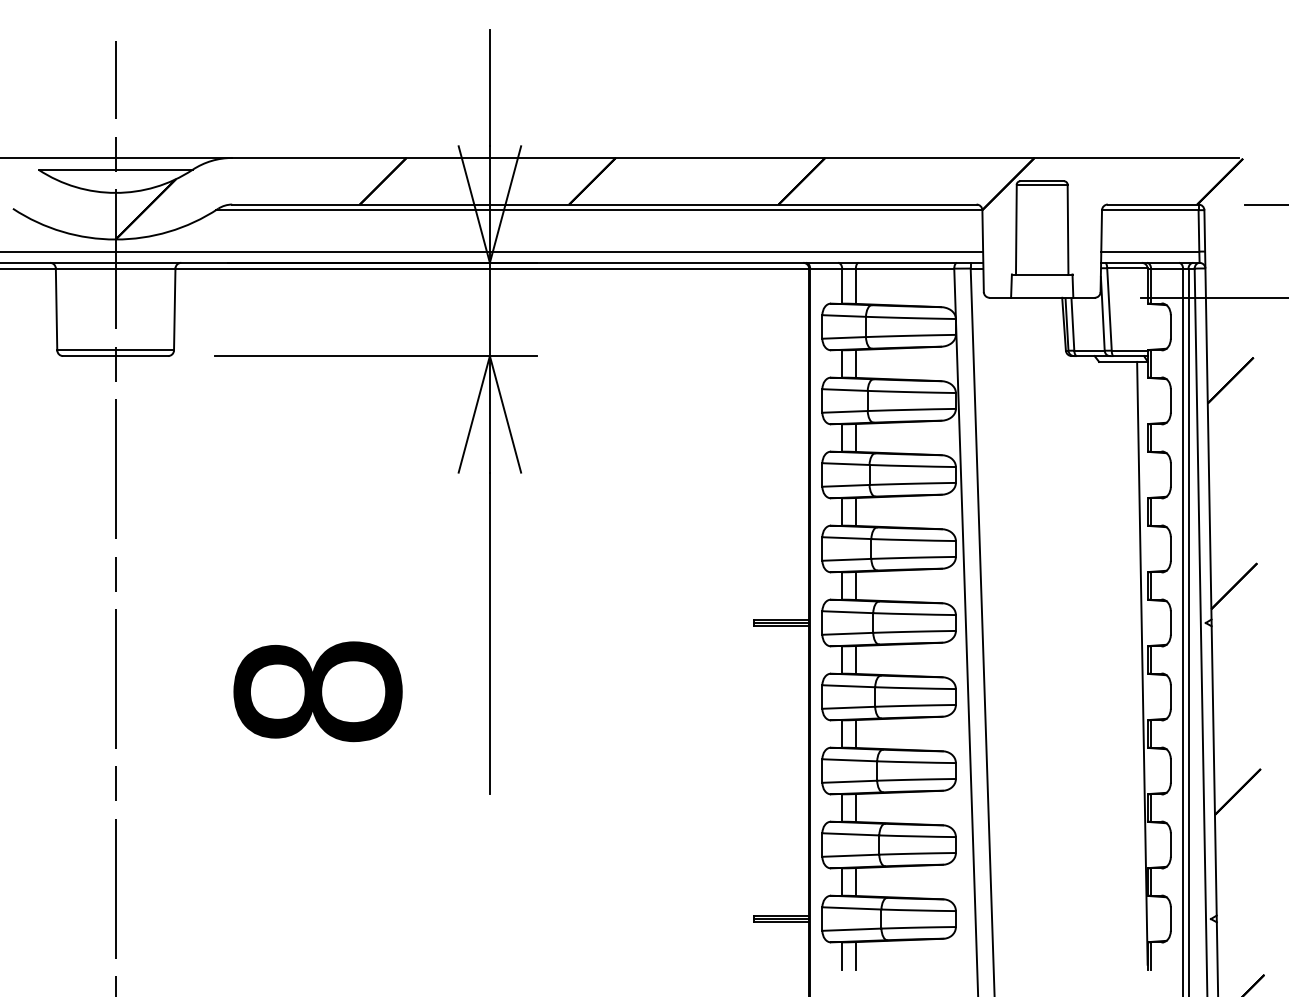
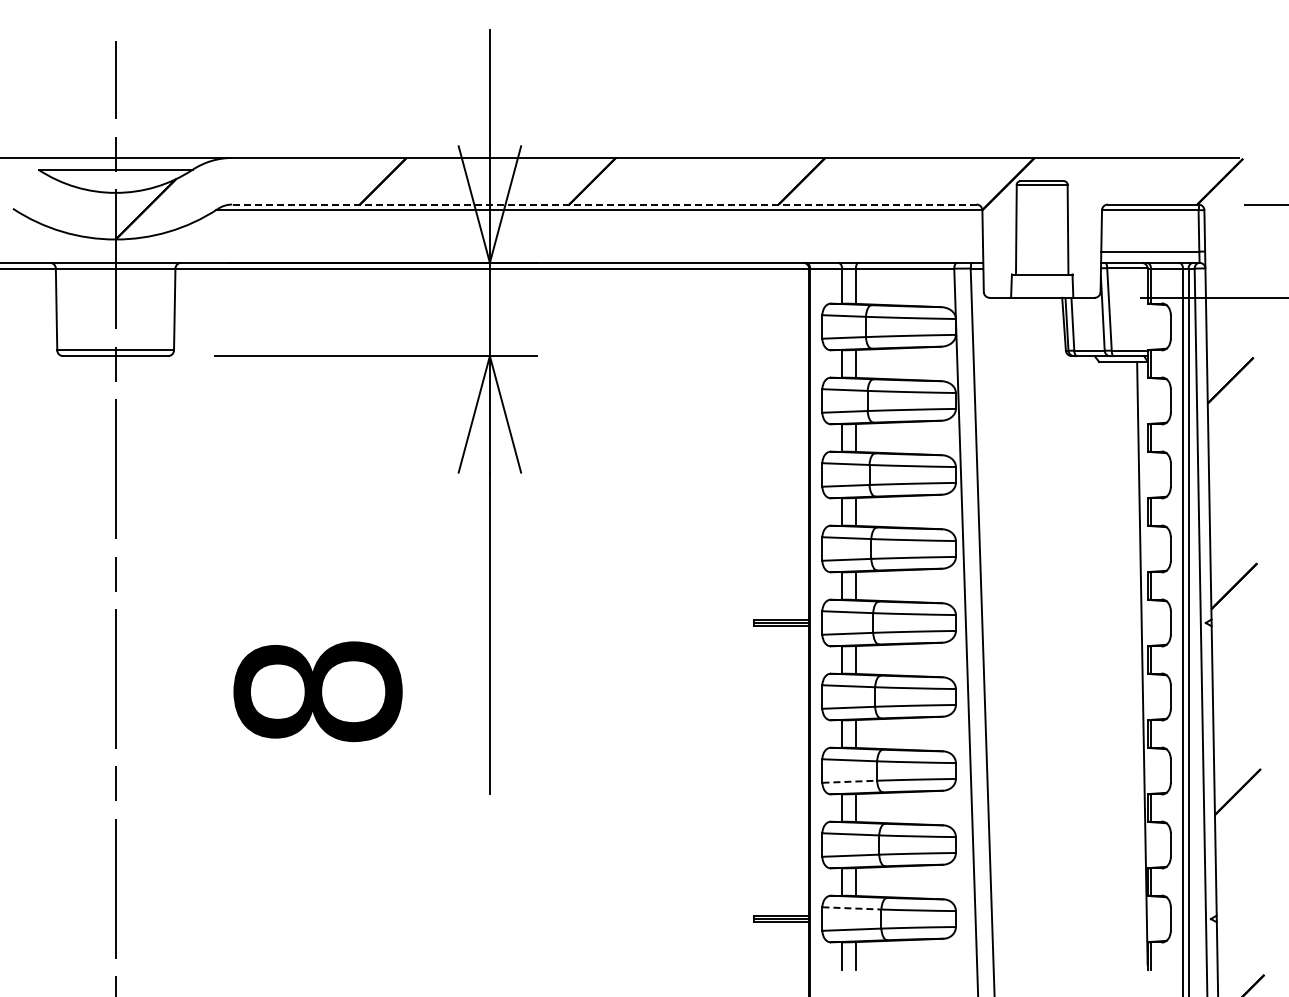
line at (603, 204): solid -> dashed
line at (492, 251): present -> none
line at (850, 781): solid -> dashed
line at (851, 908): solid -> dashed
